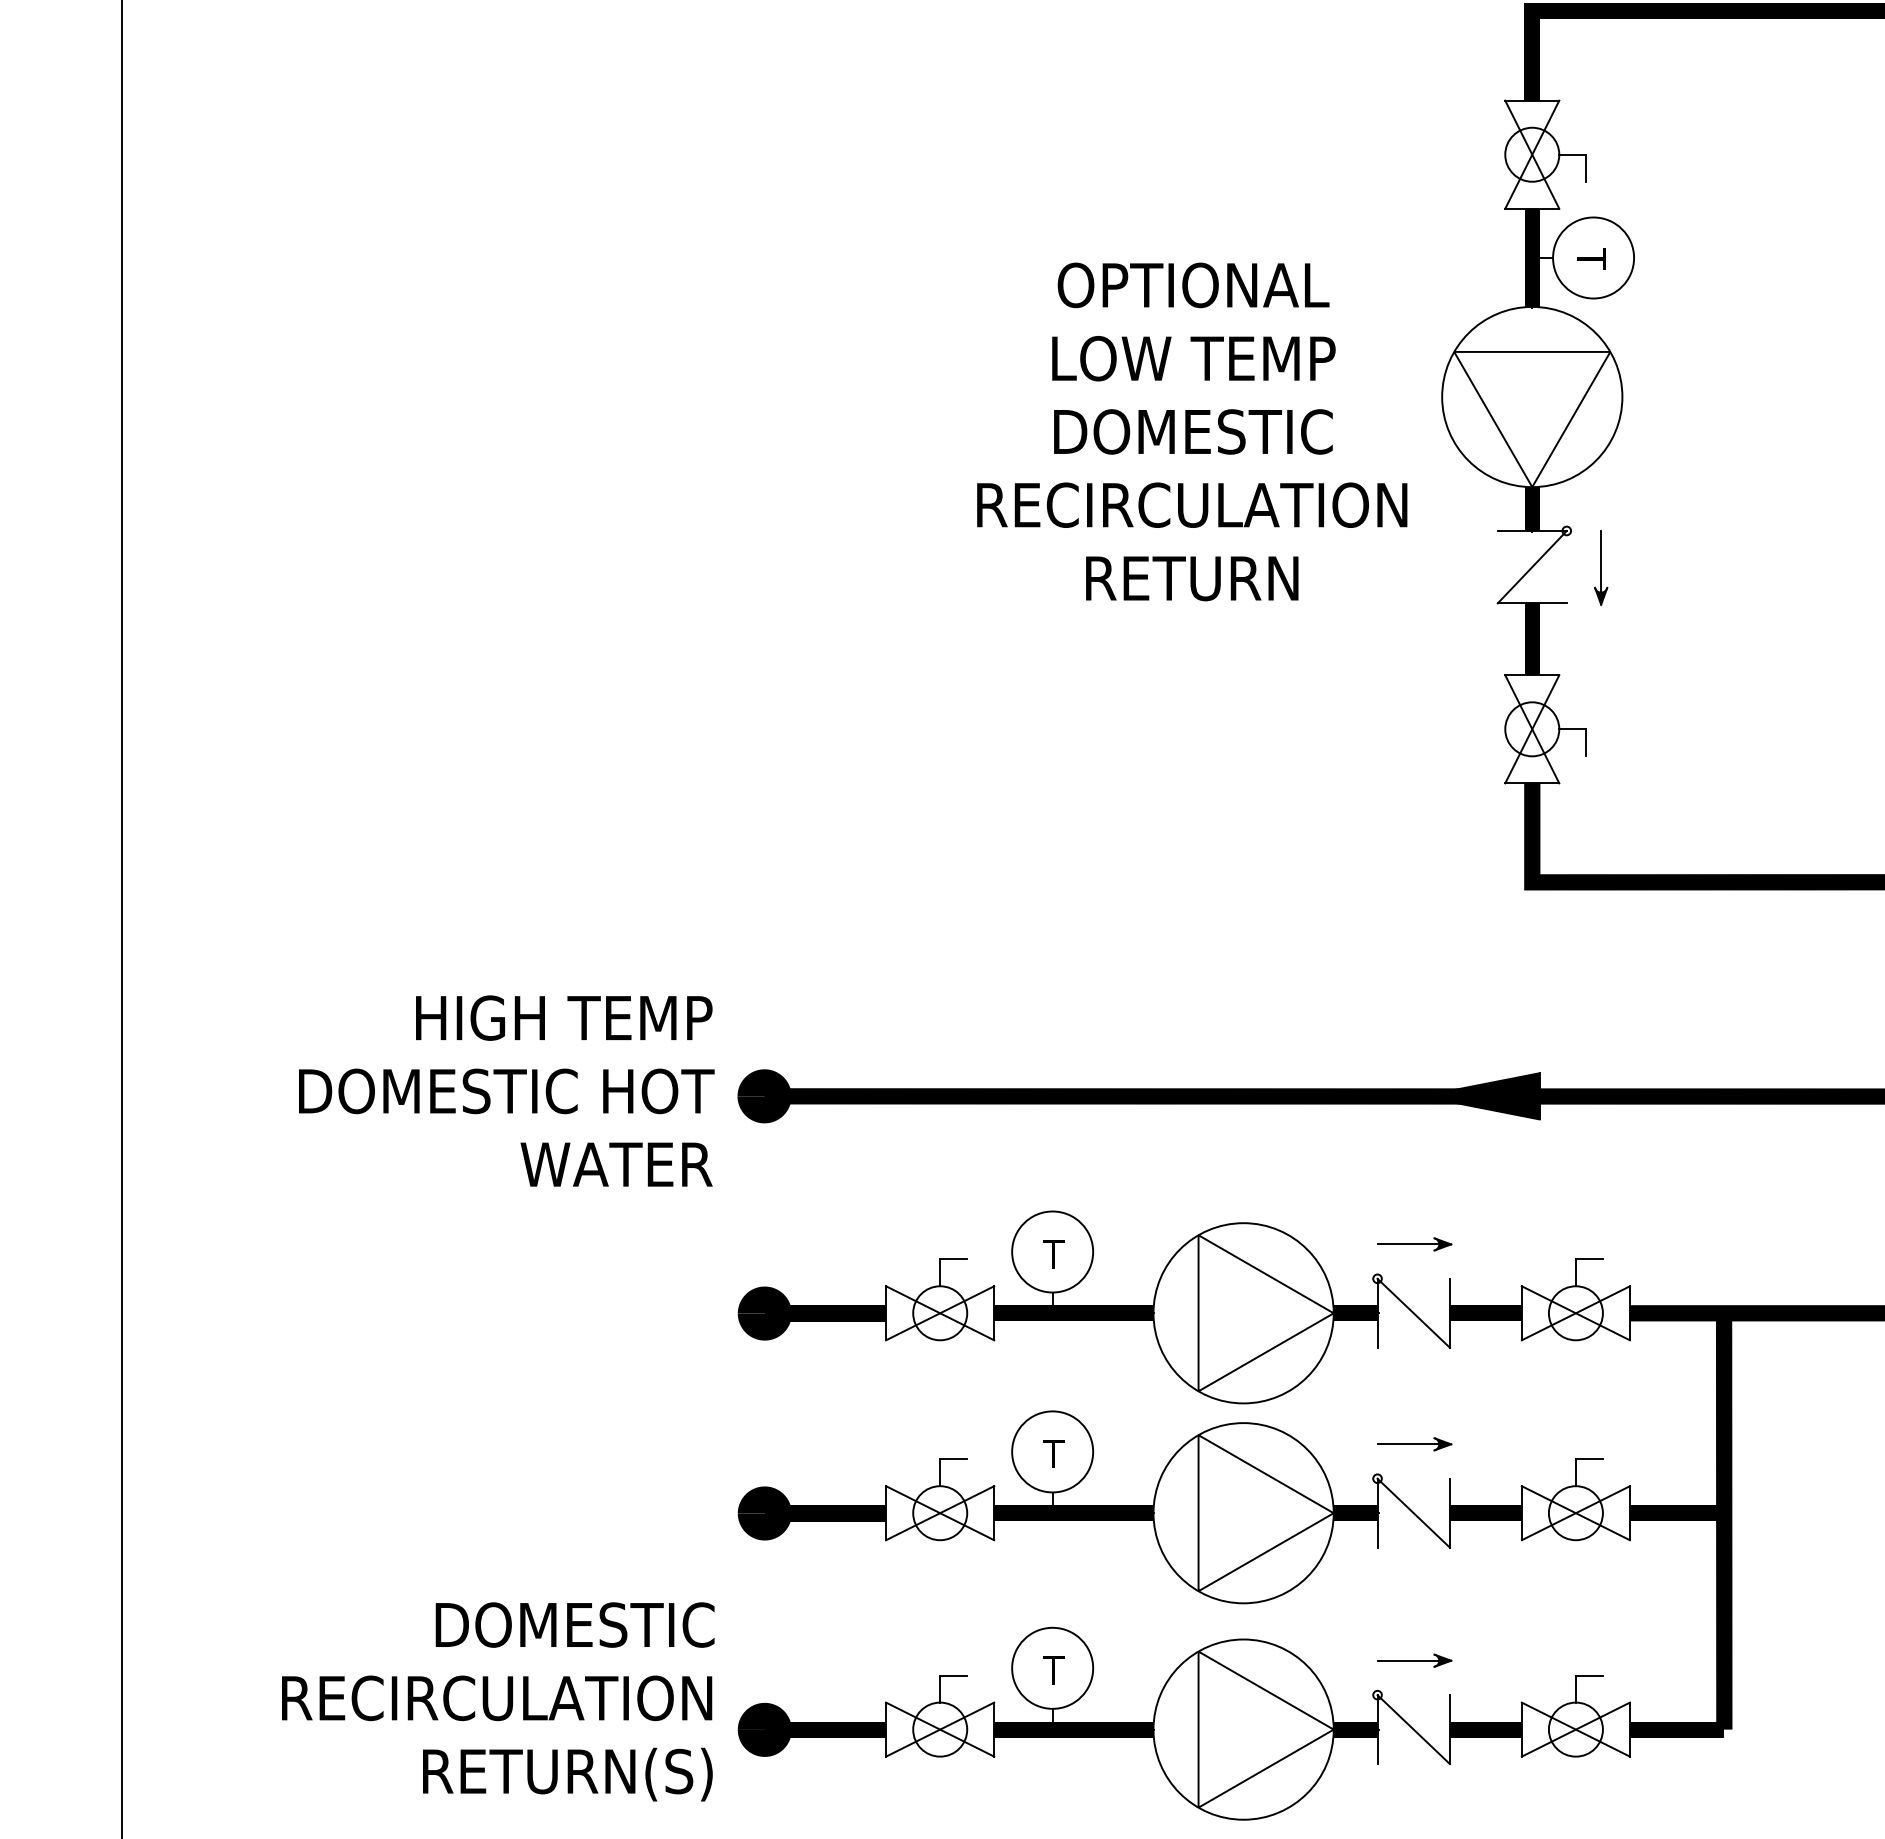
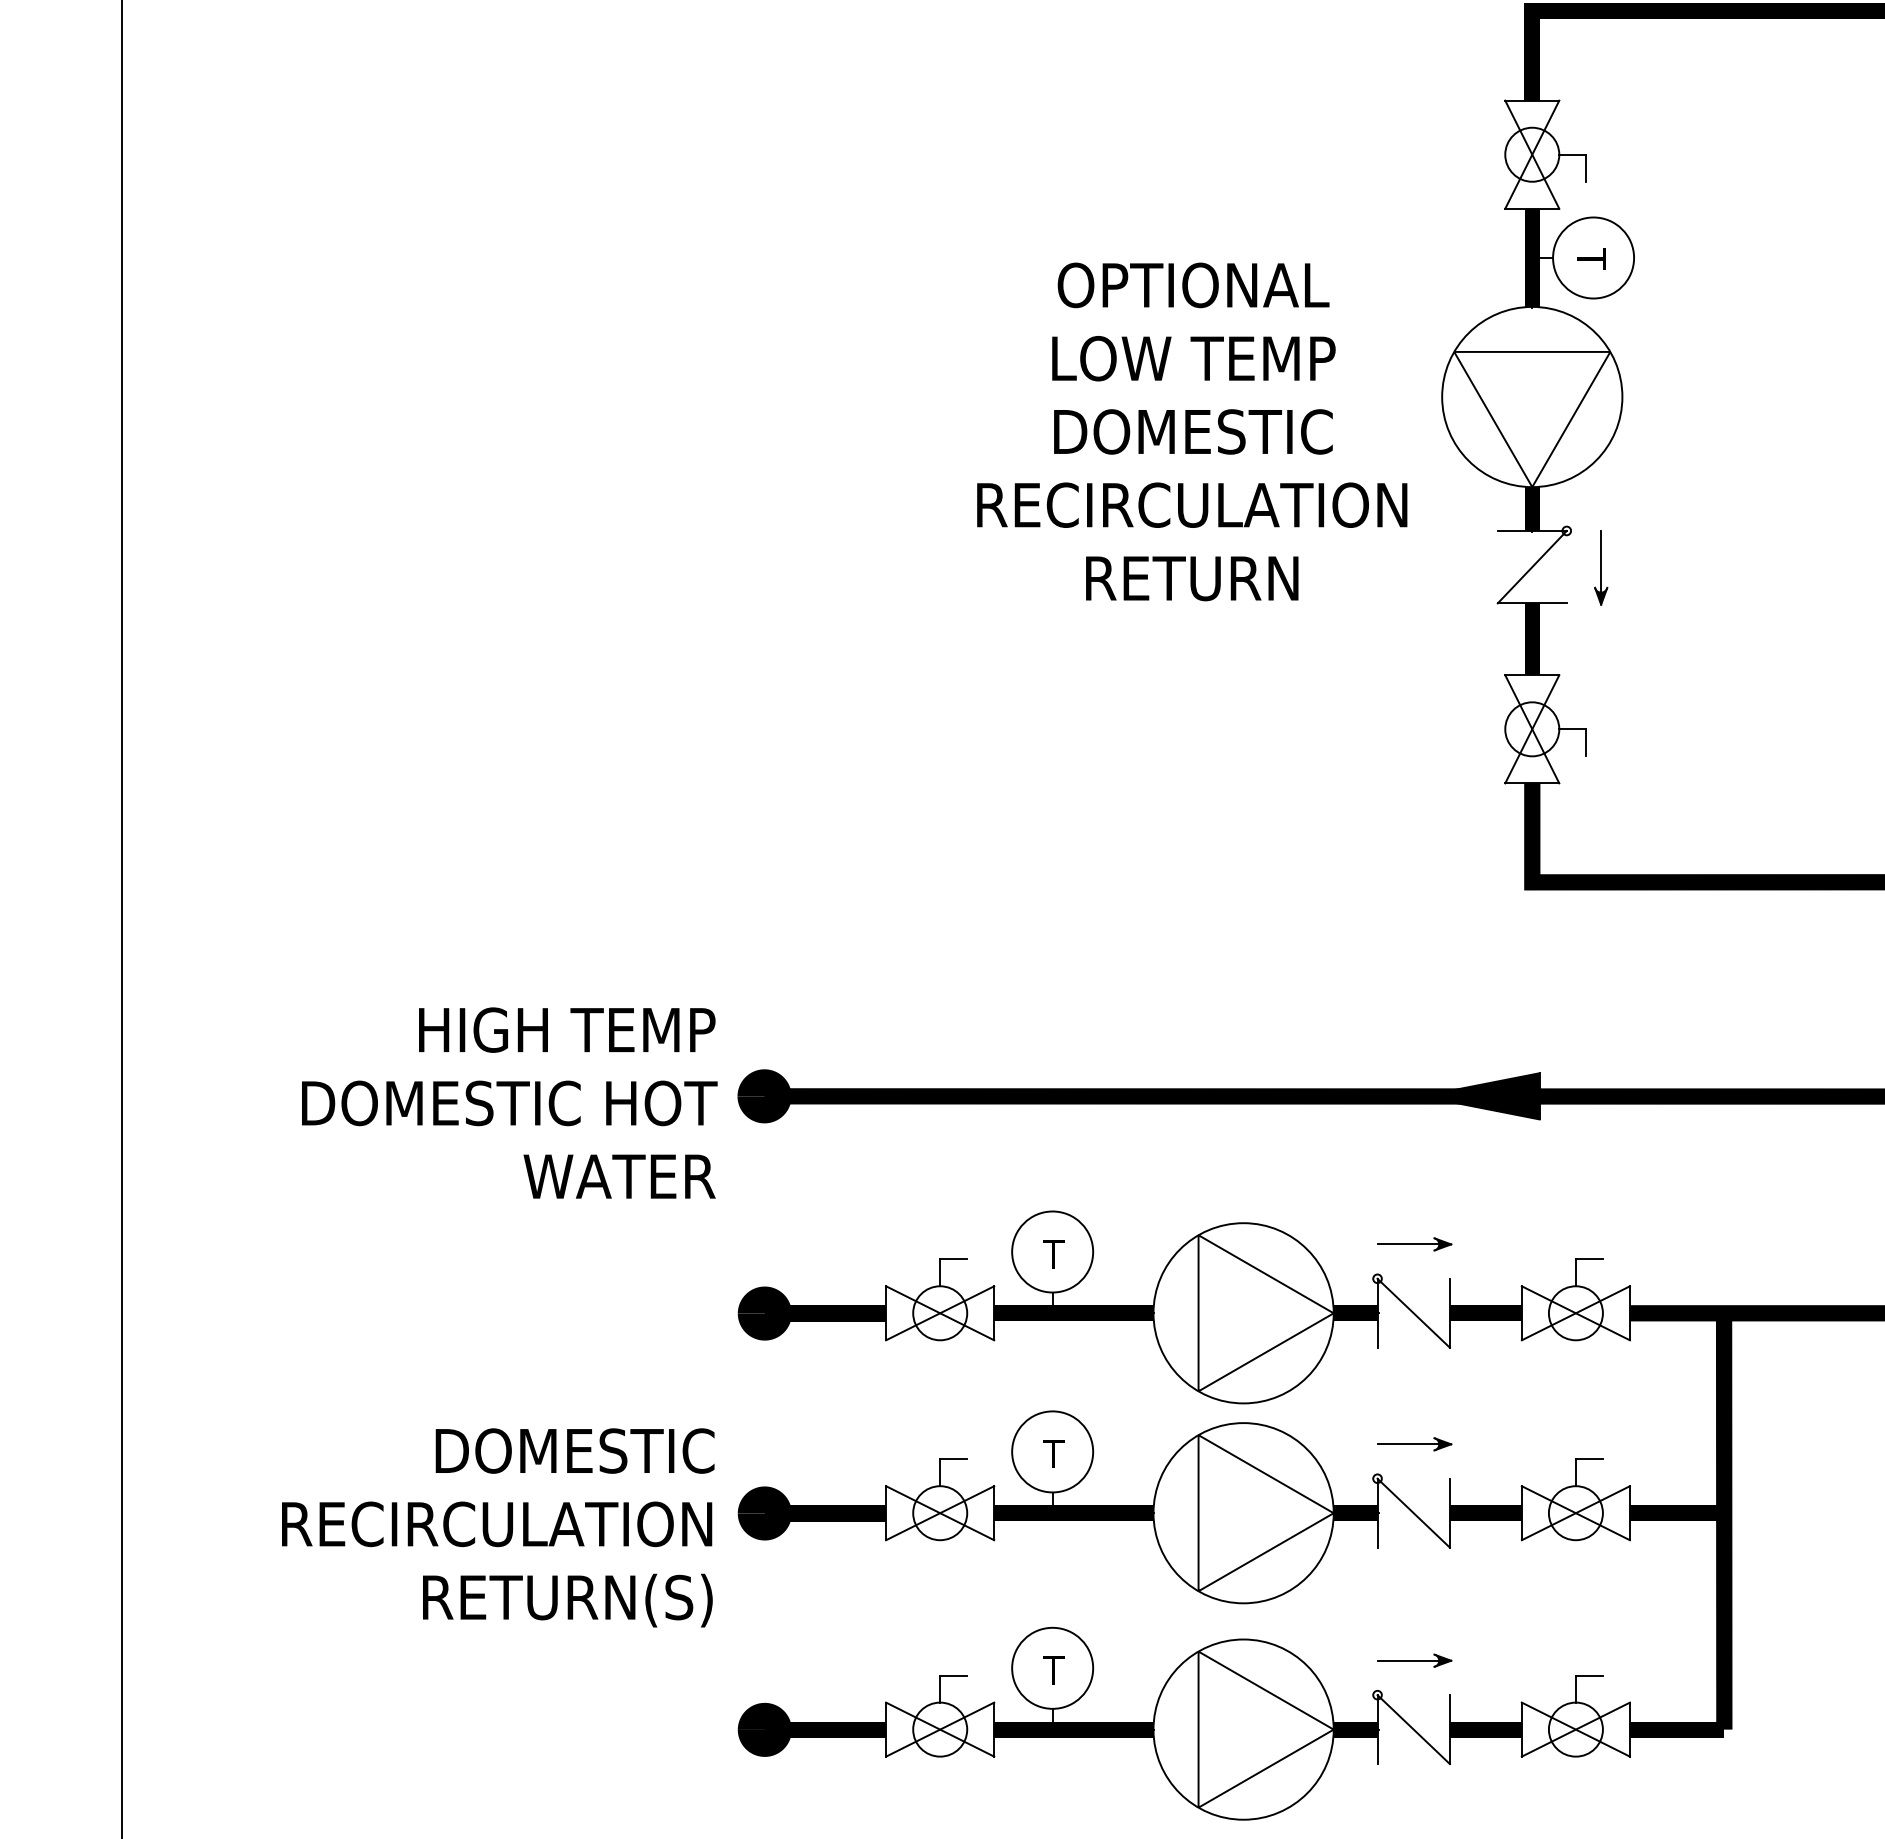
text at (506, 1090) position: (506, 1090) -> (509, 1102)
text at (498, 1701) position: (498, 1701) -> (498, 1527)
